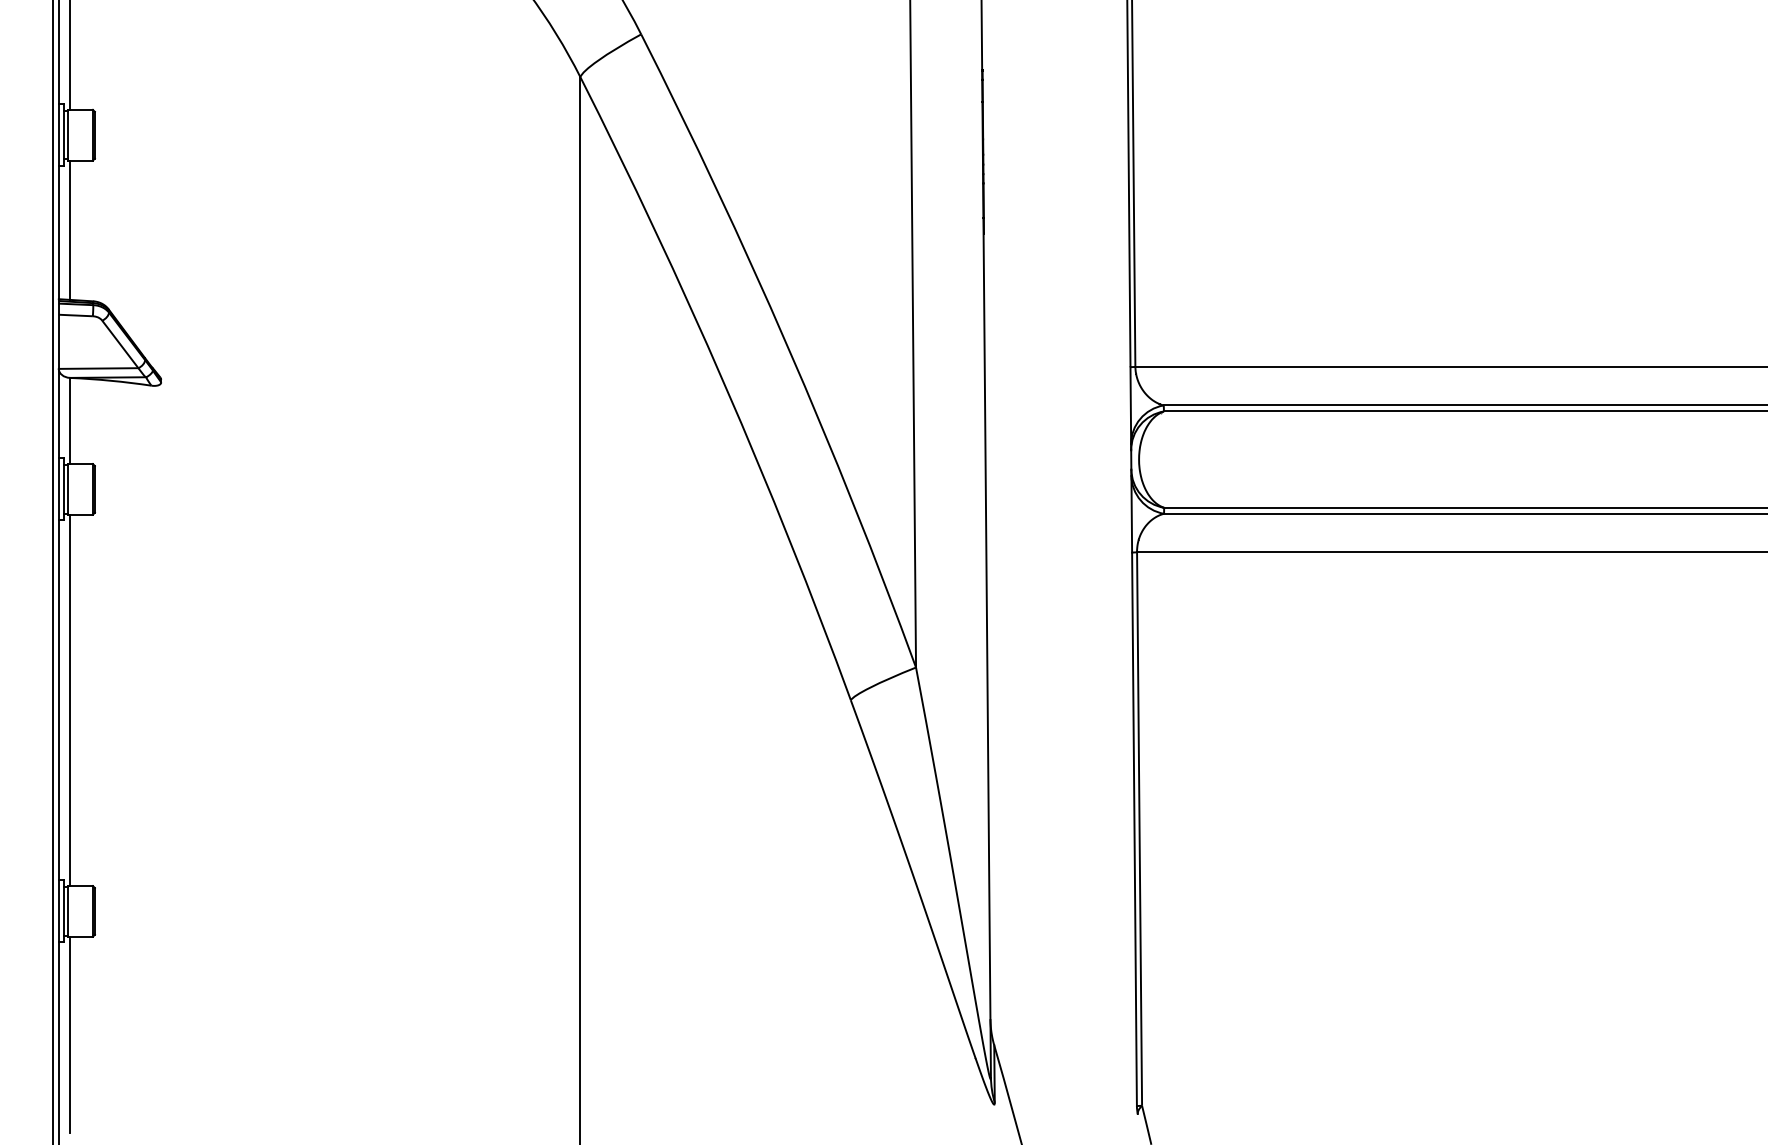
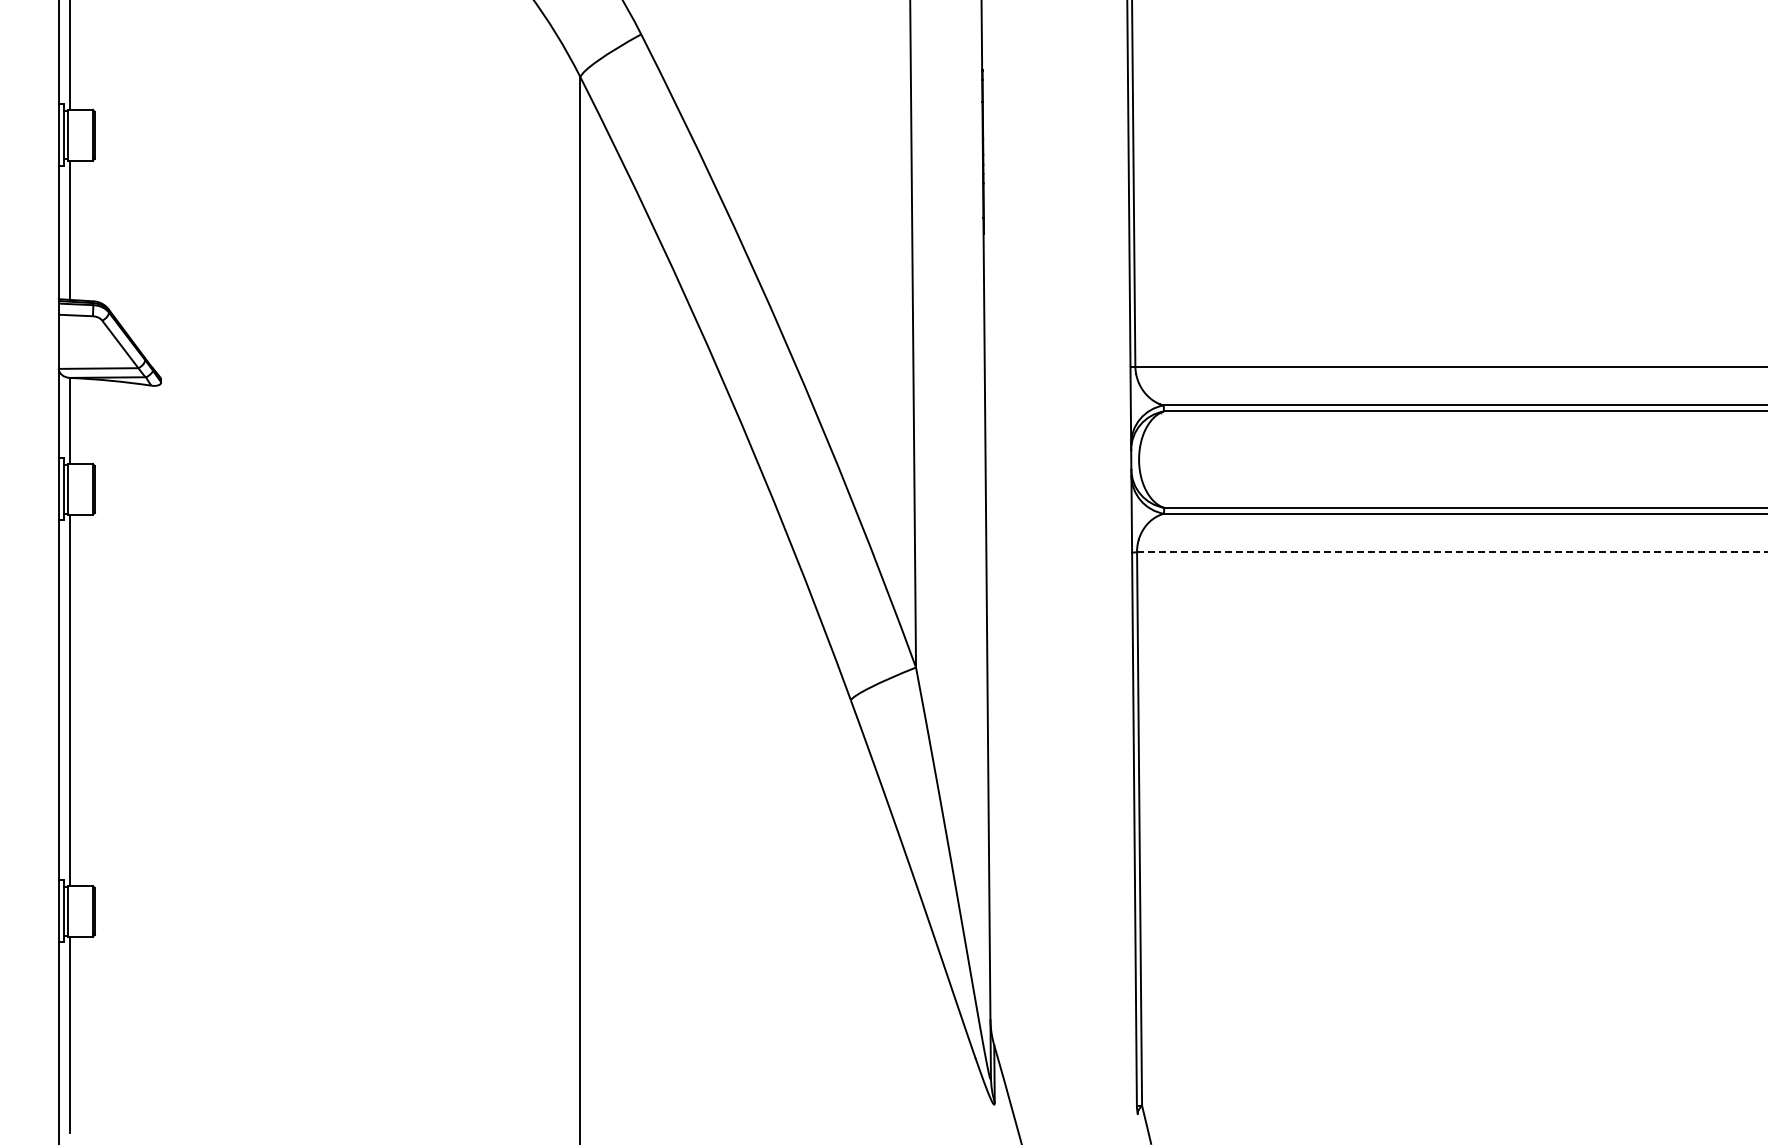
line at (1452, 552): solid -> dashed
line at (53, 571): present -> none
